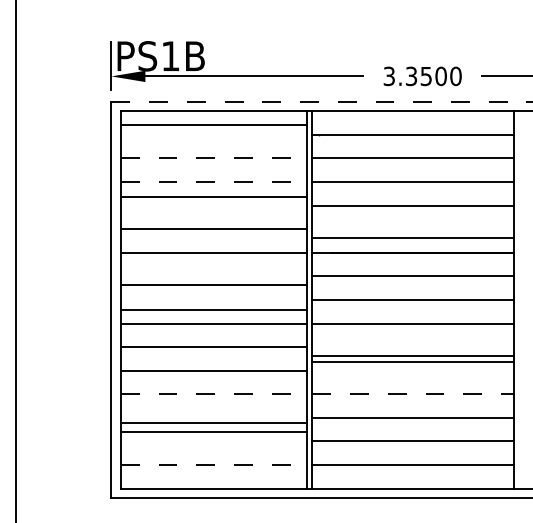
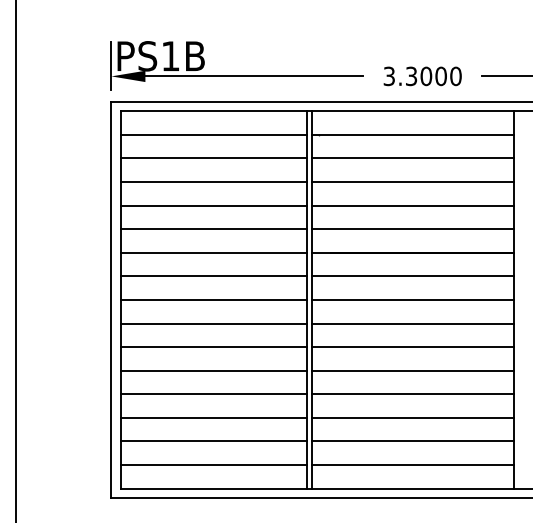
text at (426, 76): 3.3500 -> 3.3000
line at (322, 101): dashed -> solid
line at (213, 124) position: (213, 124) -> (213, 134)
line at (213, 158): dashed -> solid
line at (213, 182): dashed -> solid
line at (213, 196) position: (213, 196) -> (213, 205)
line at (413, 238) position: (413, 238) -> (413, 229)
line at (213, 285) position: (213, 285) -> (213, 276)
line at (213, 309) position: (213, 309) -> (213, 299)
line at (413, 356) position: (413, 356) -> (413, 347)
line at (413, 361) position: (413, 361) -> (413, 370)
line at (213, 394): dashed -> solid
line at (413, 394): dashed -> solid
line at (213, 422) position: (213, 422) -> (213, 417)
line at (213, 432) position: (213, 432) -> (213, 441)
line at (213, 465): dashed -> solid
